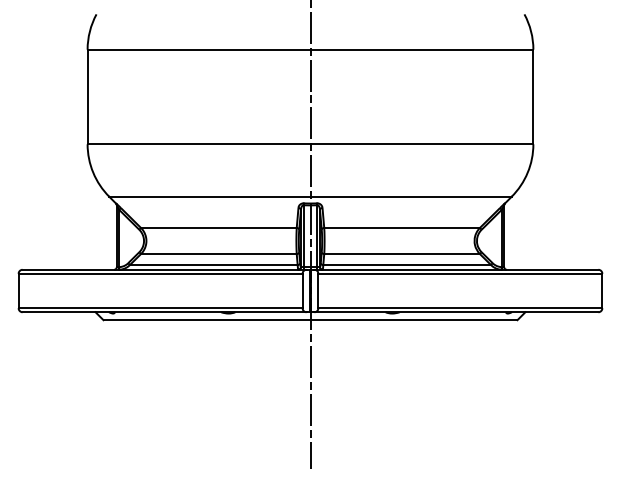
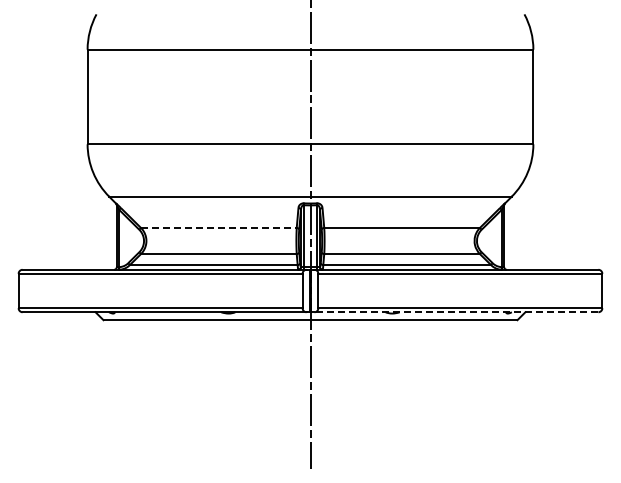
line at (218, 227): solid -> dashed
line at (456, 312): solid -> dashed
